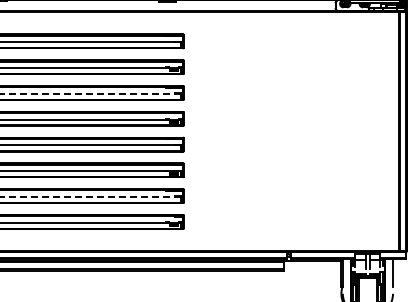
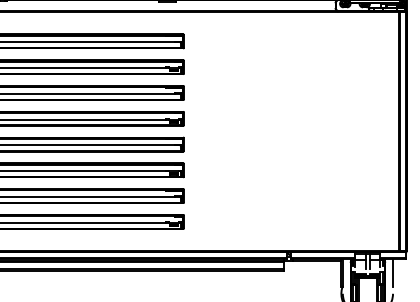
line at (89, 93): dashed -> solid
line at (89, 196): dashed -> solid
